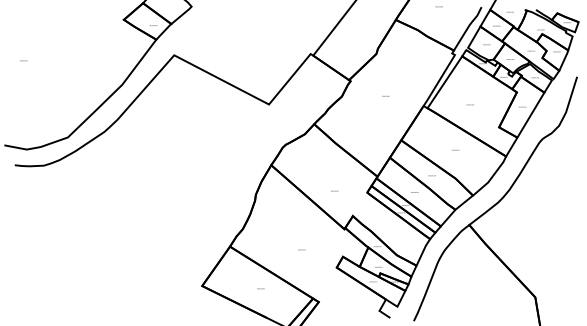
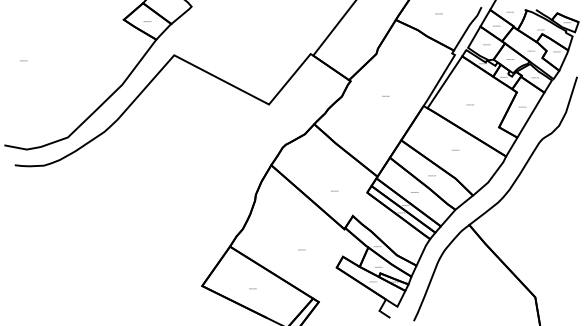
text at (438, 6) position: (438, 6) -> (438, 13)
text at (153, 25) position: (153, 25) -> (147, 21)
text at (260, 288) position: (260, 288) -> (252, 288)
